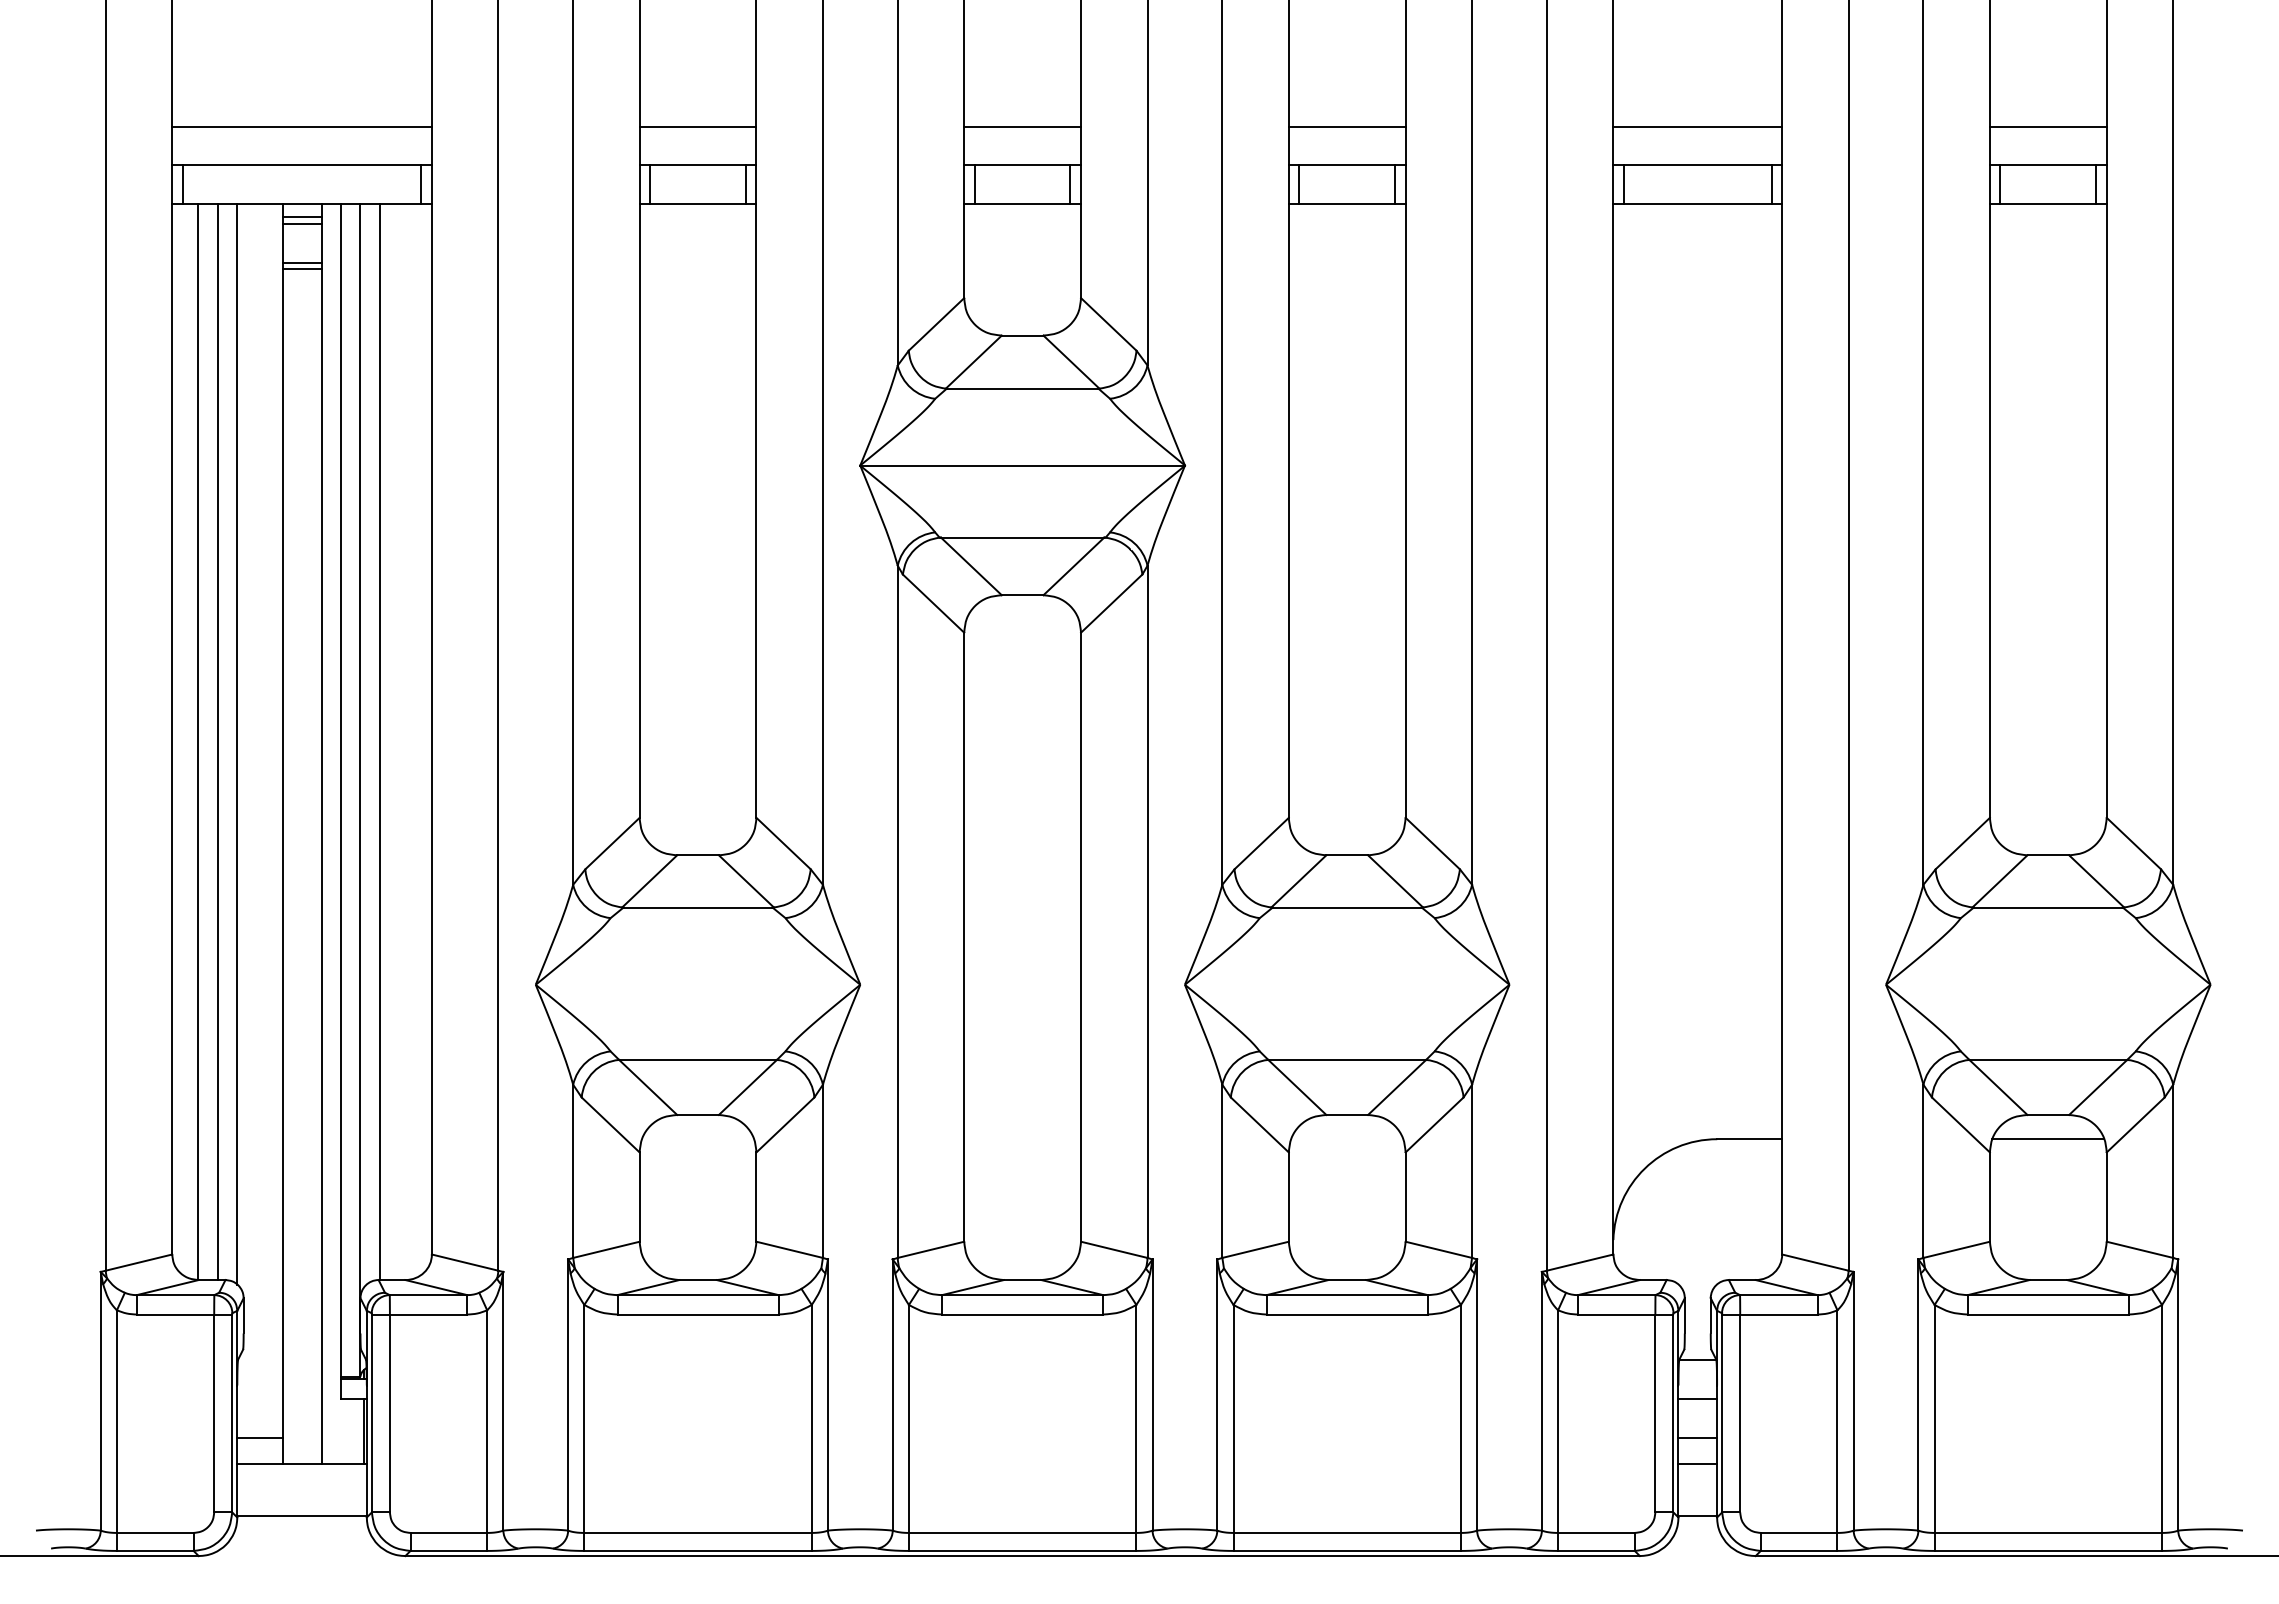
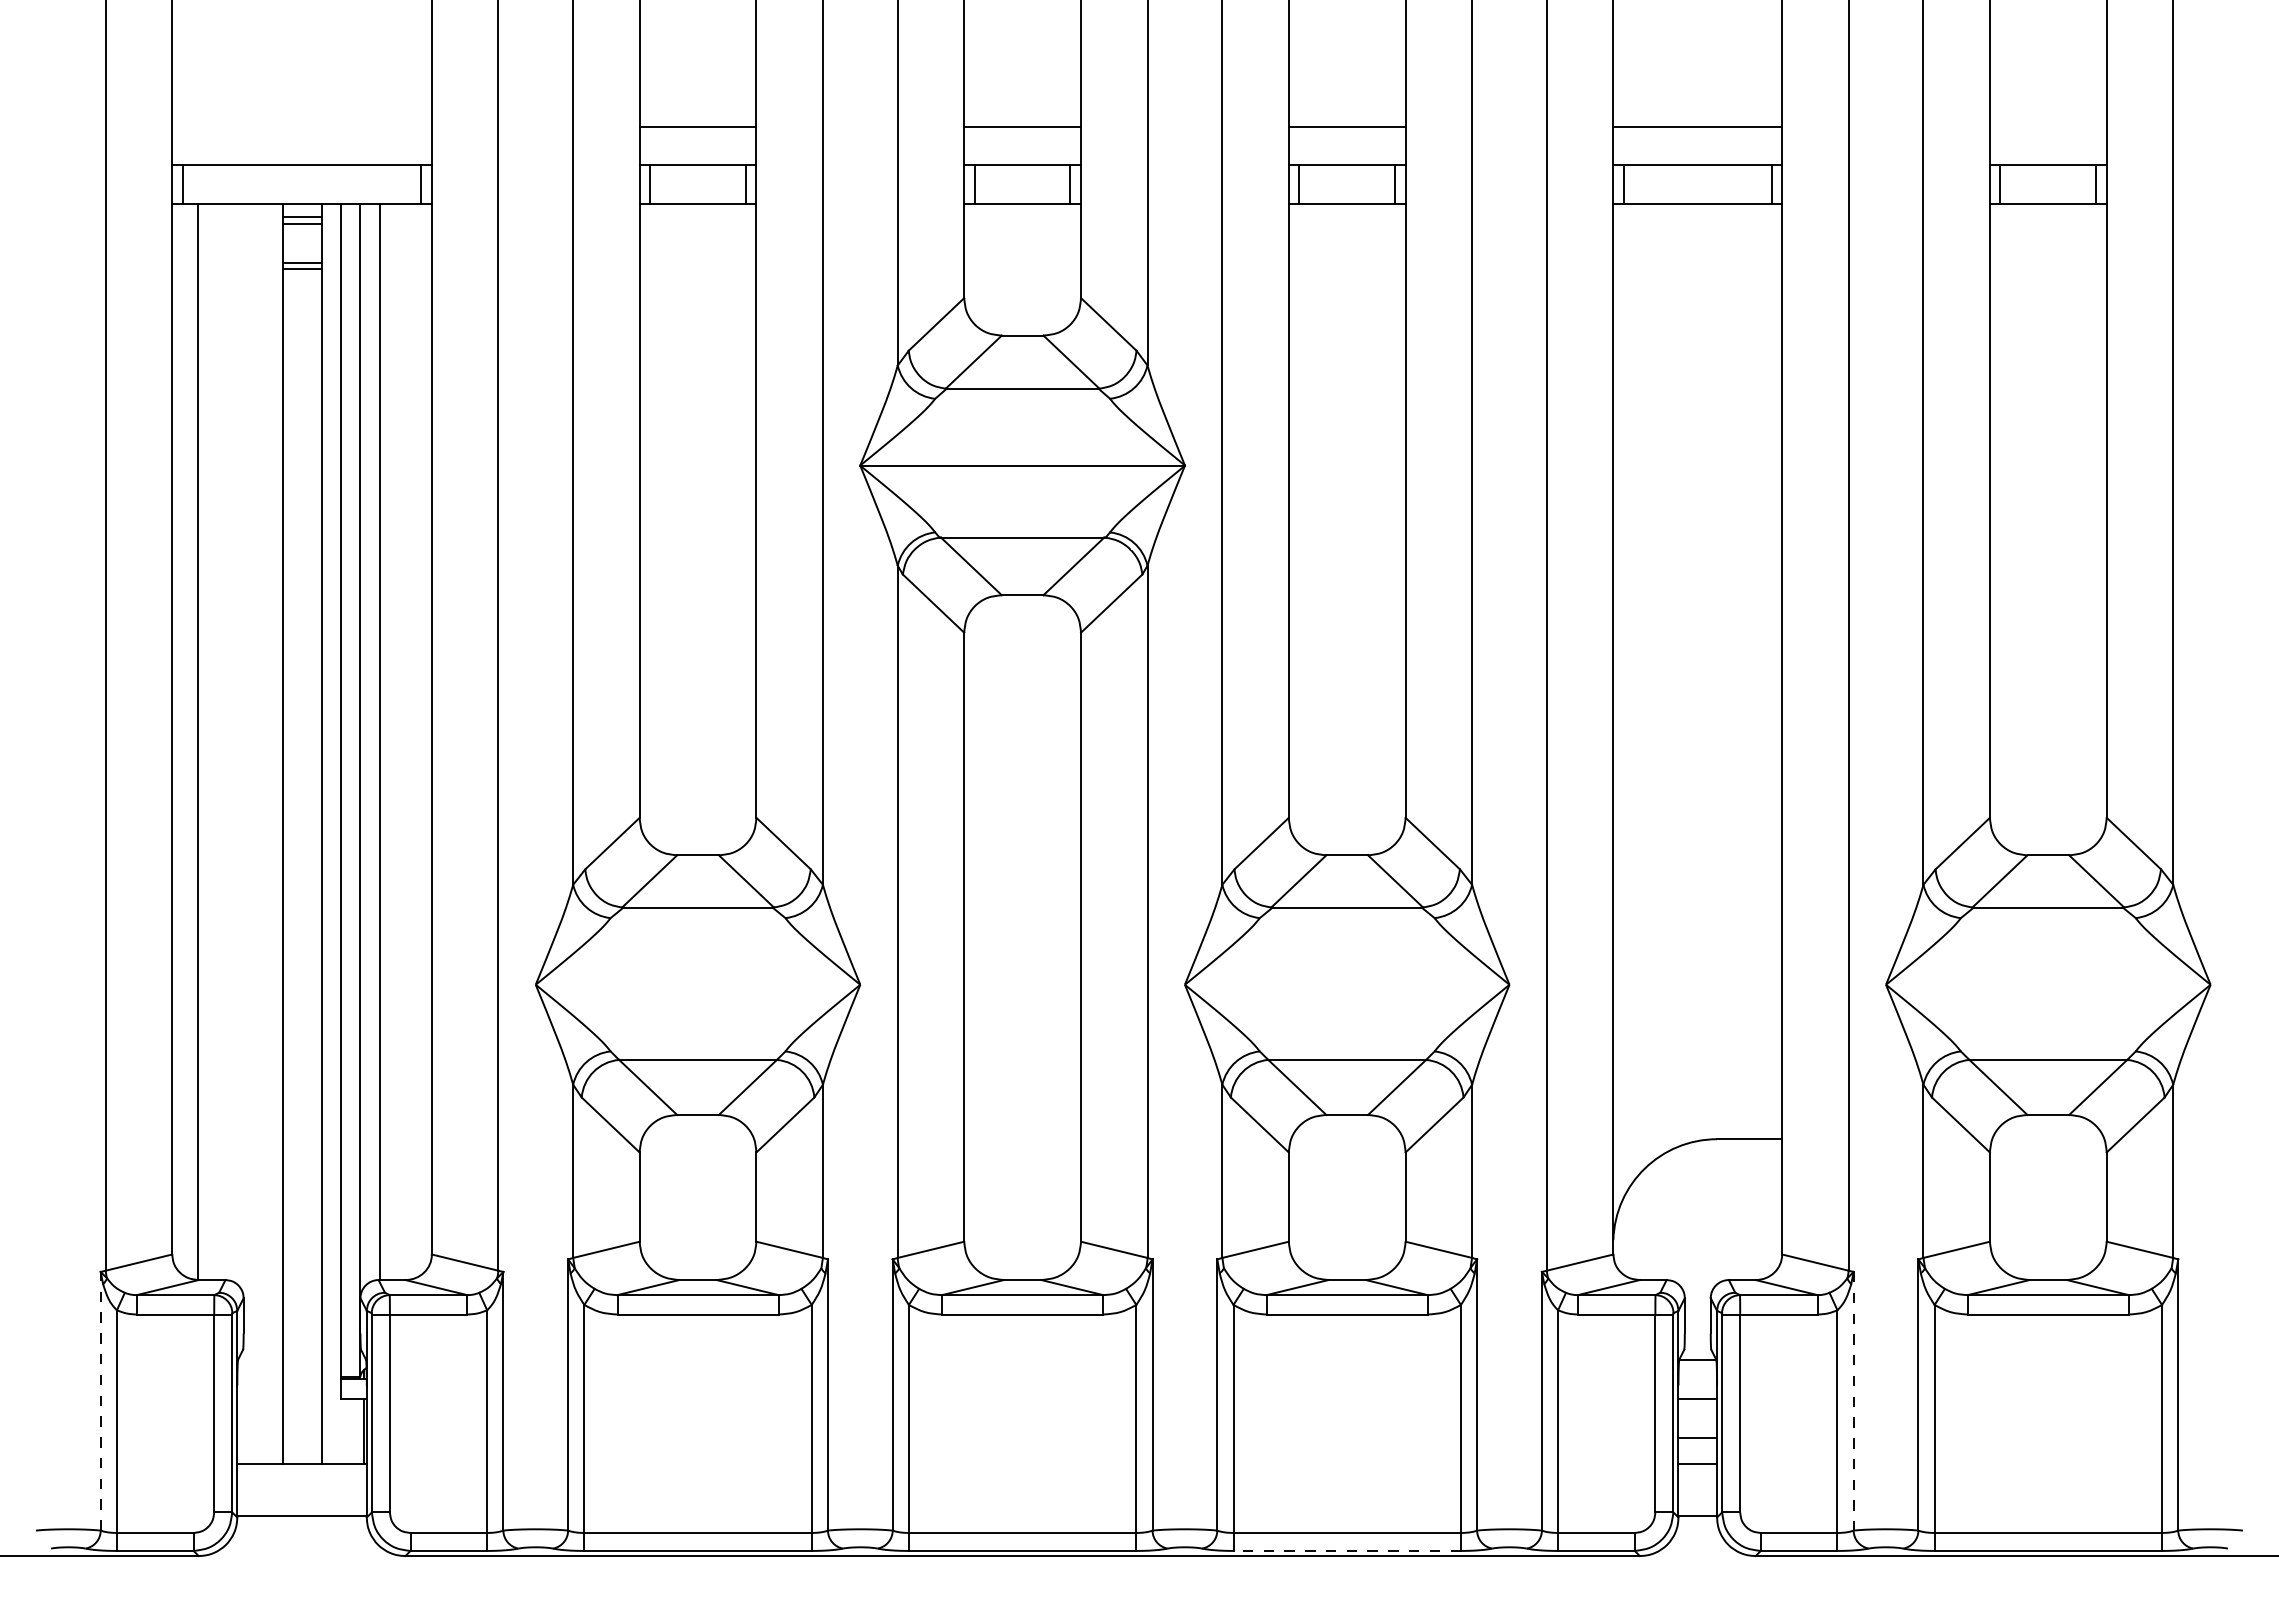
line at (301, 126): present -> none
line at (2047, 126): present -> none
line at (217, 742): present -> none
line at (237, 744): present -> none
line at (2048, 1139): present -> none
line at (100, 1400): solid -> dashed
line at (1853, 1401): solid -> dashed
line at (259, 1437): present -> none
line at (1347, 1550): solid -> dashed
